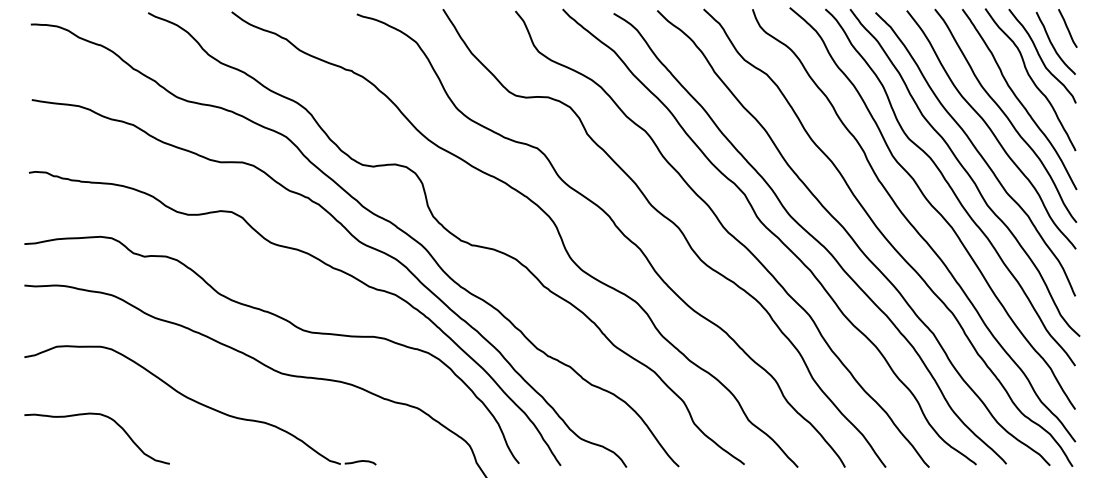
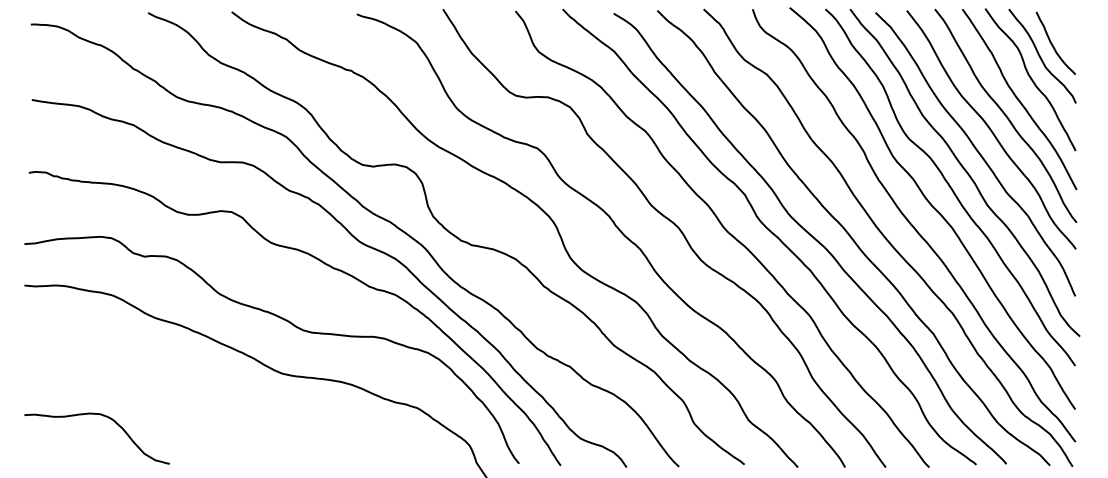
line at (1067, 28): present -> none
part at (200, 405): present -> none
